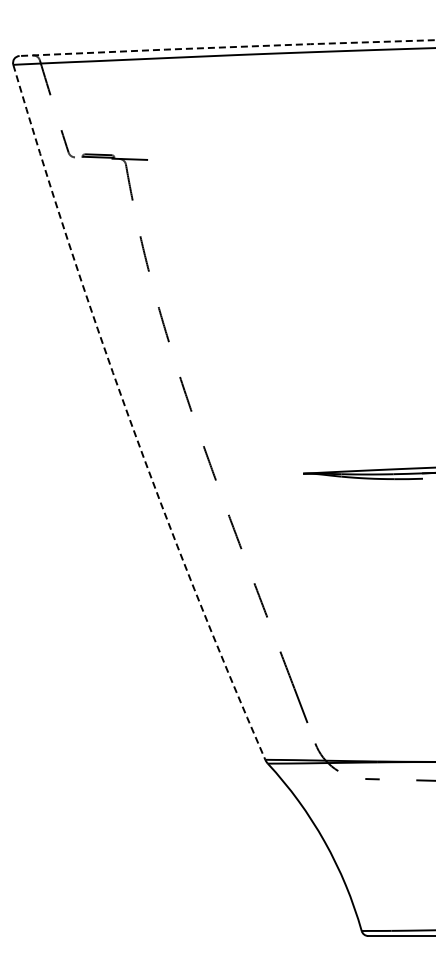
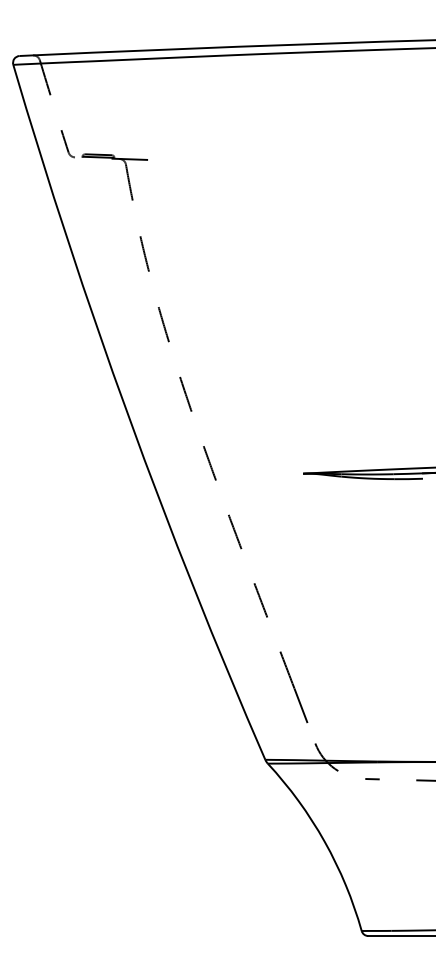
arc at (226, 47): dashed -> solid
arc at (128, 416): dashed -> solid
